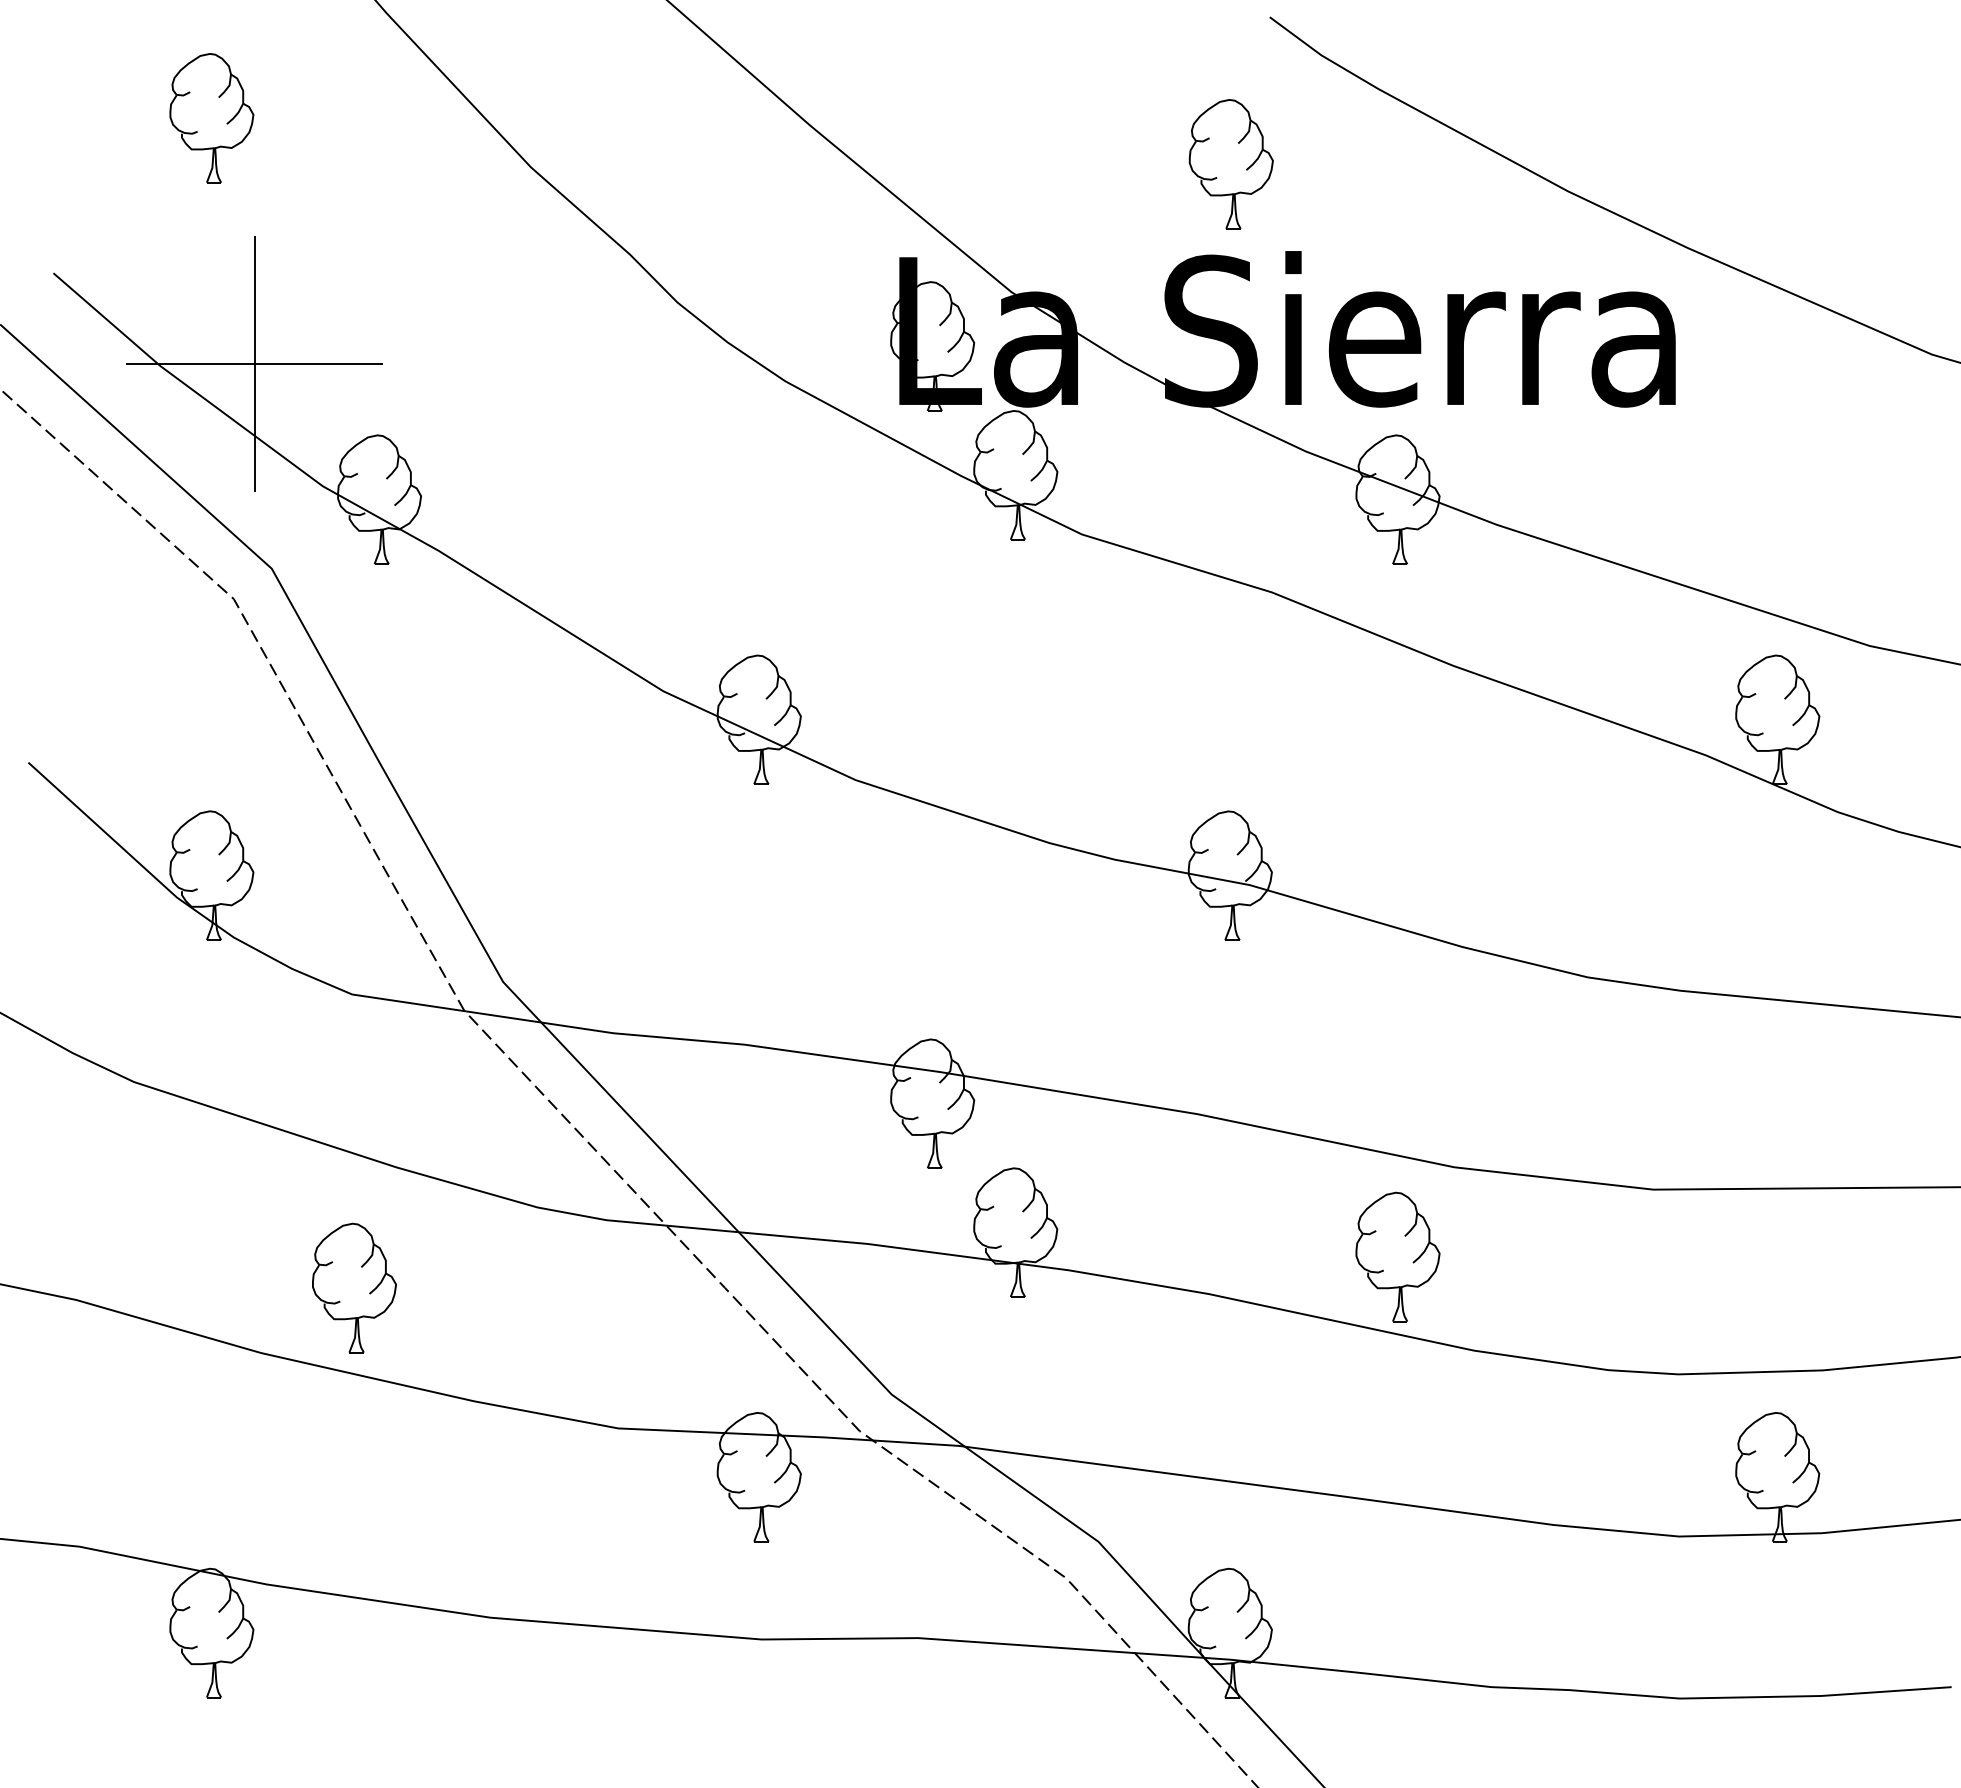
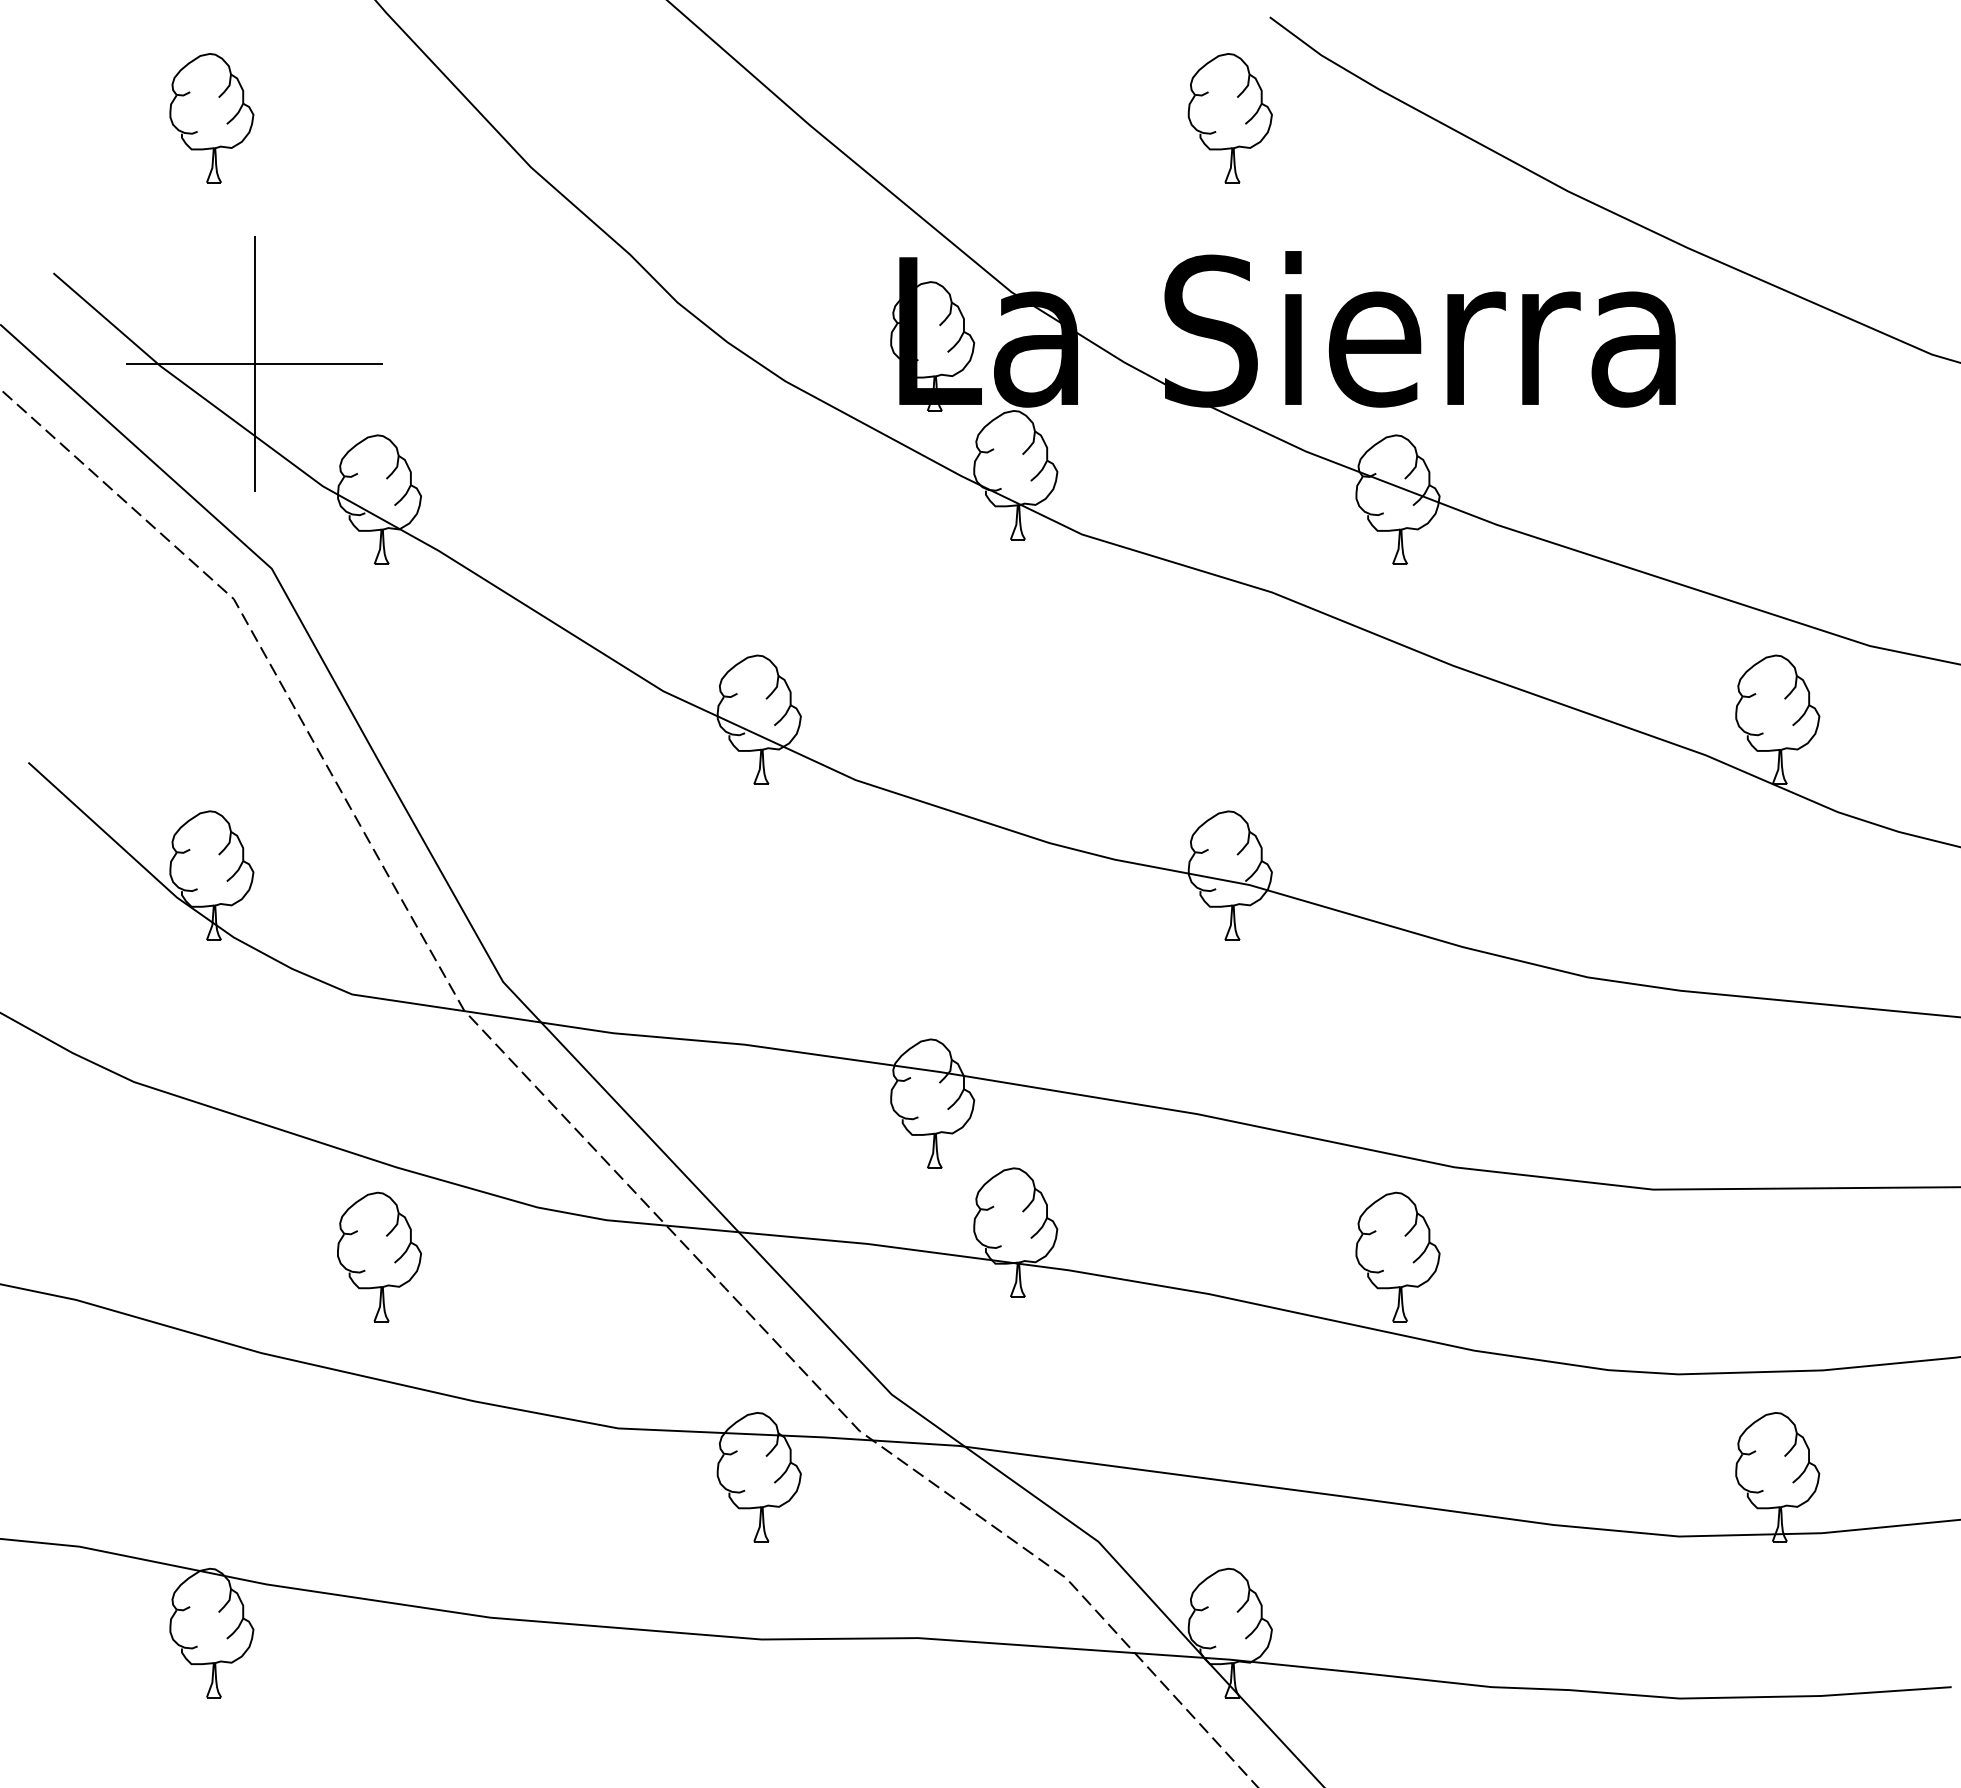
part at (1230, 164) position: (1230, 164) -> (1229, 118)
part at (354, 1287) position: (354, 1287) -> (379, 1256)
